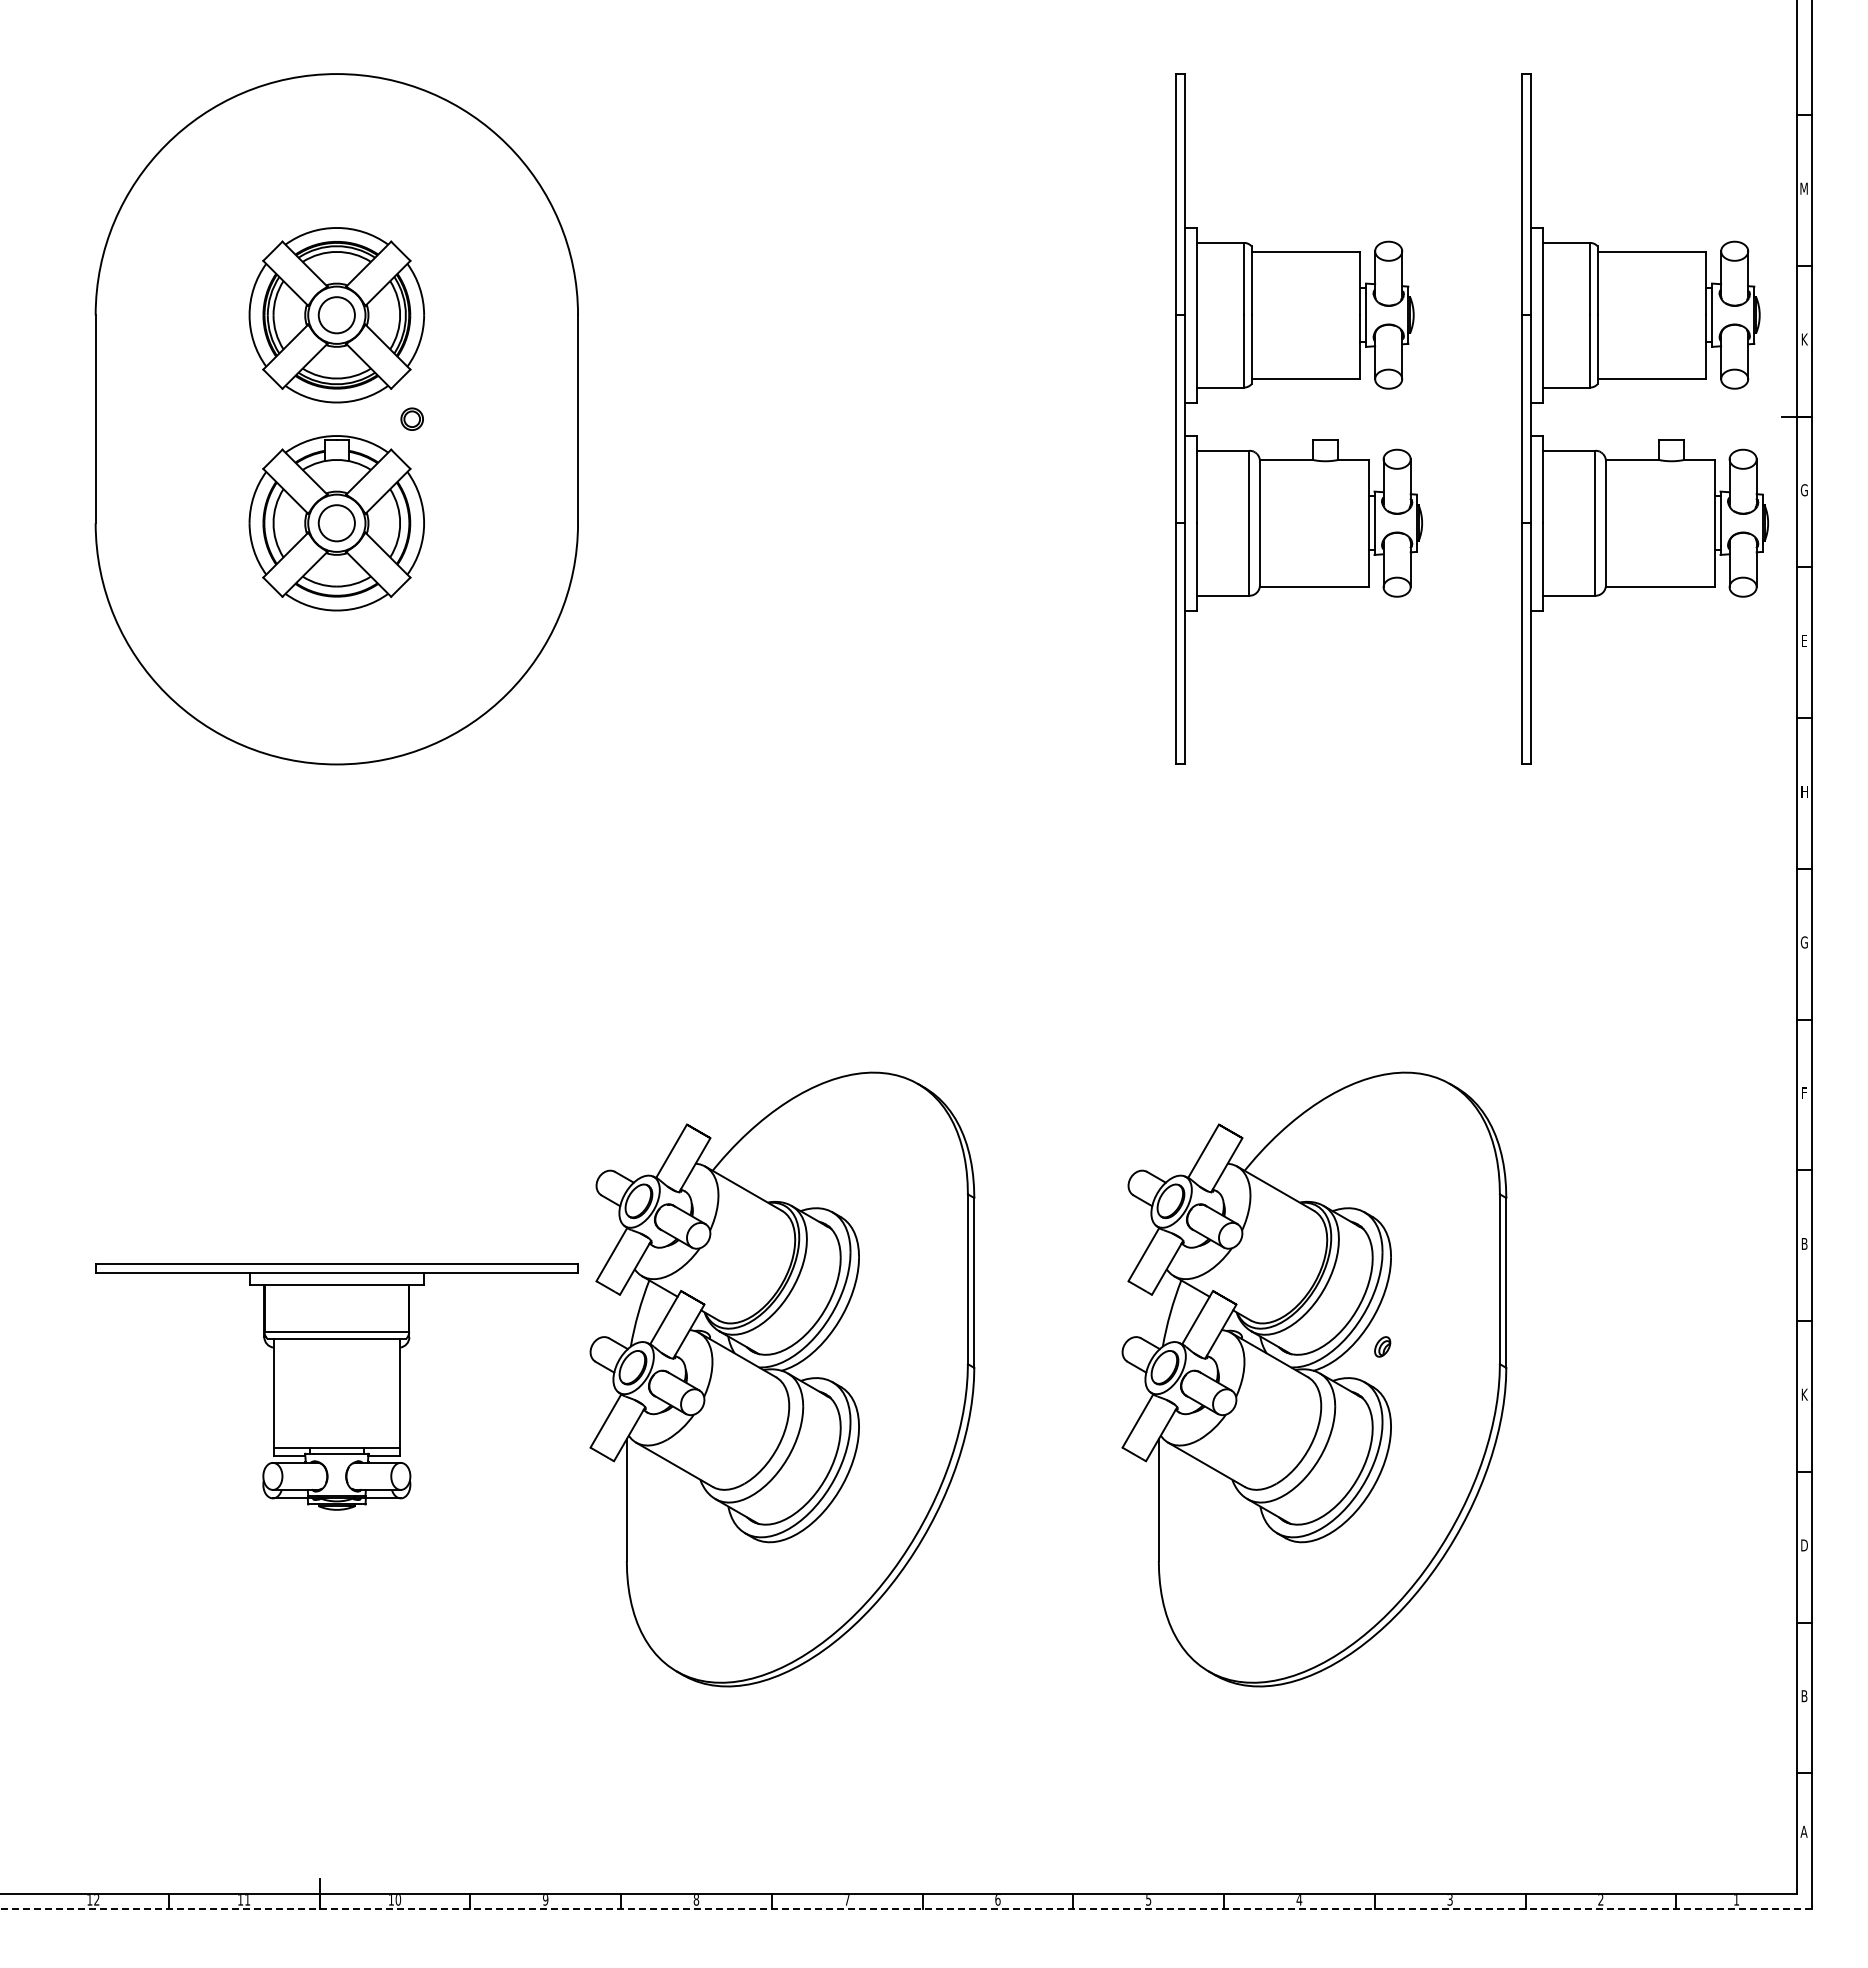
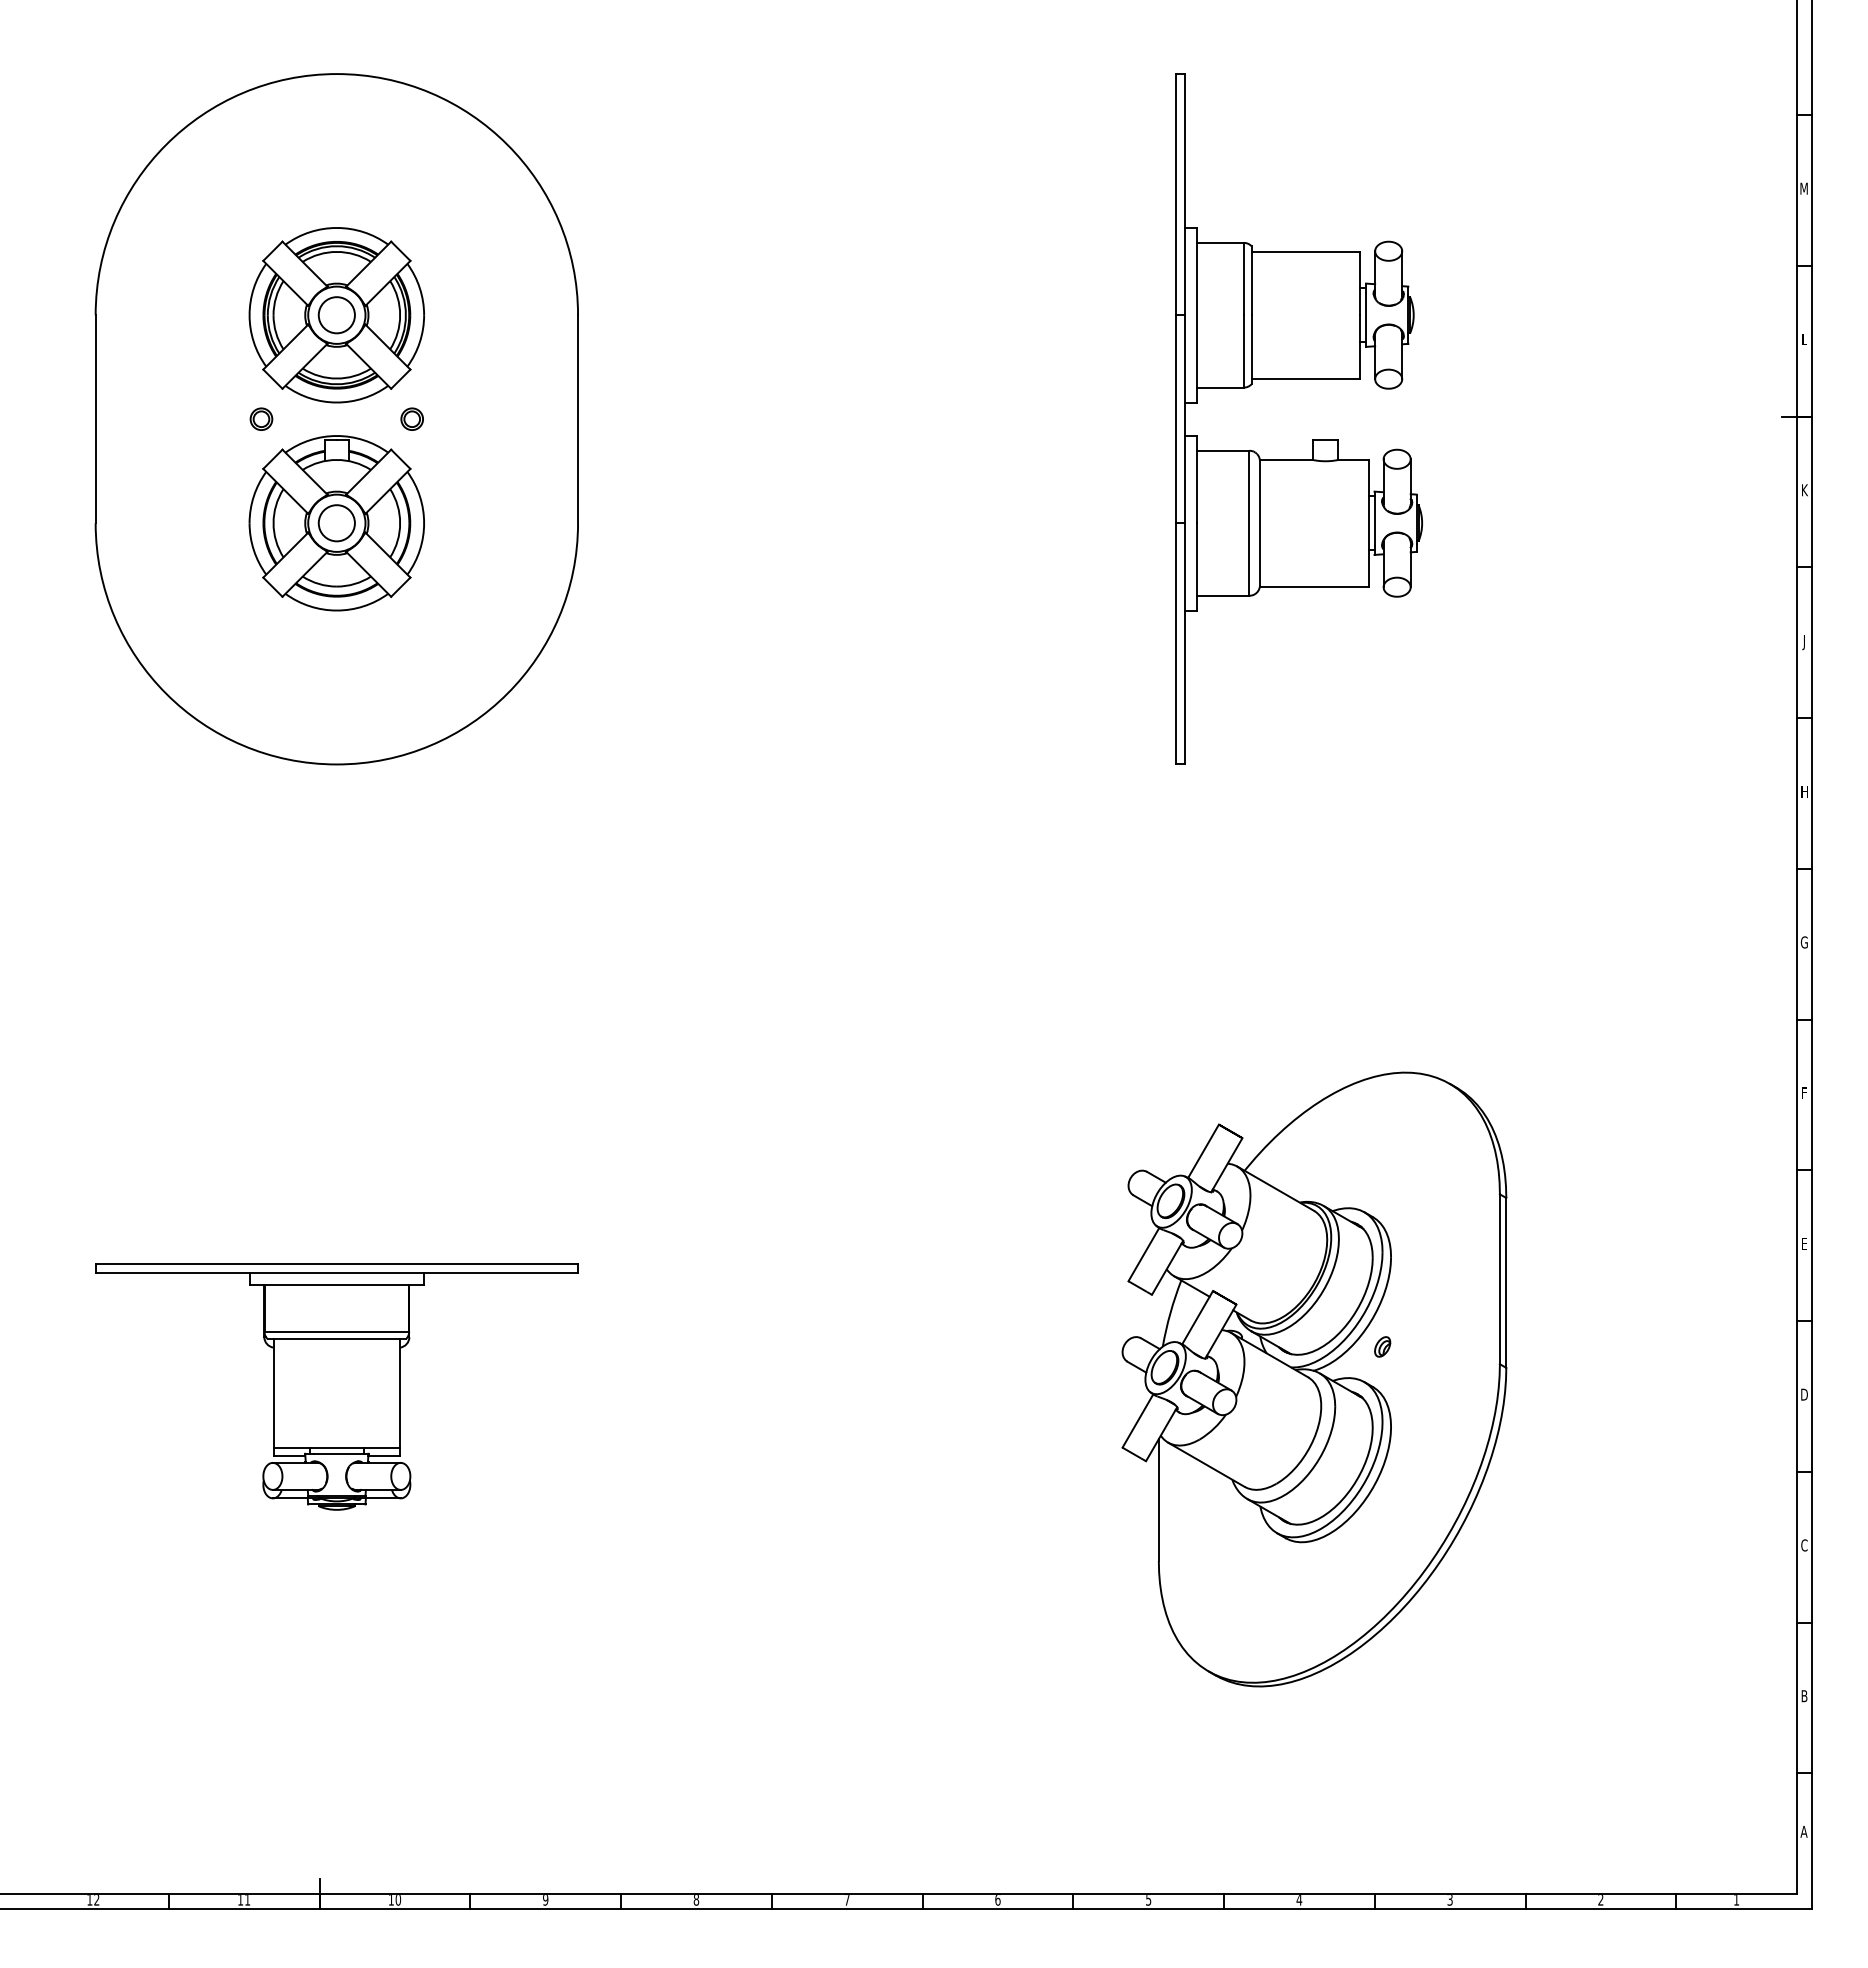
text at (1804, 339): K -> L
part at (261, 418): none -> present
part at (1658, 439): present -> none
text at (1803, 490): G -> K
text at (1804, 642): E -> J
text at (1804, 1243): B -> E
part at (782, 1379): present -> none
text at (1804, 1394): K -> D
text at (1804, 1545): D -> C
line at (906, 1908): dashed -> solid
